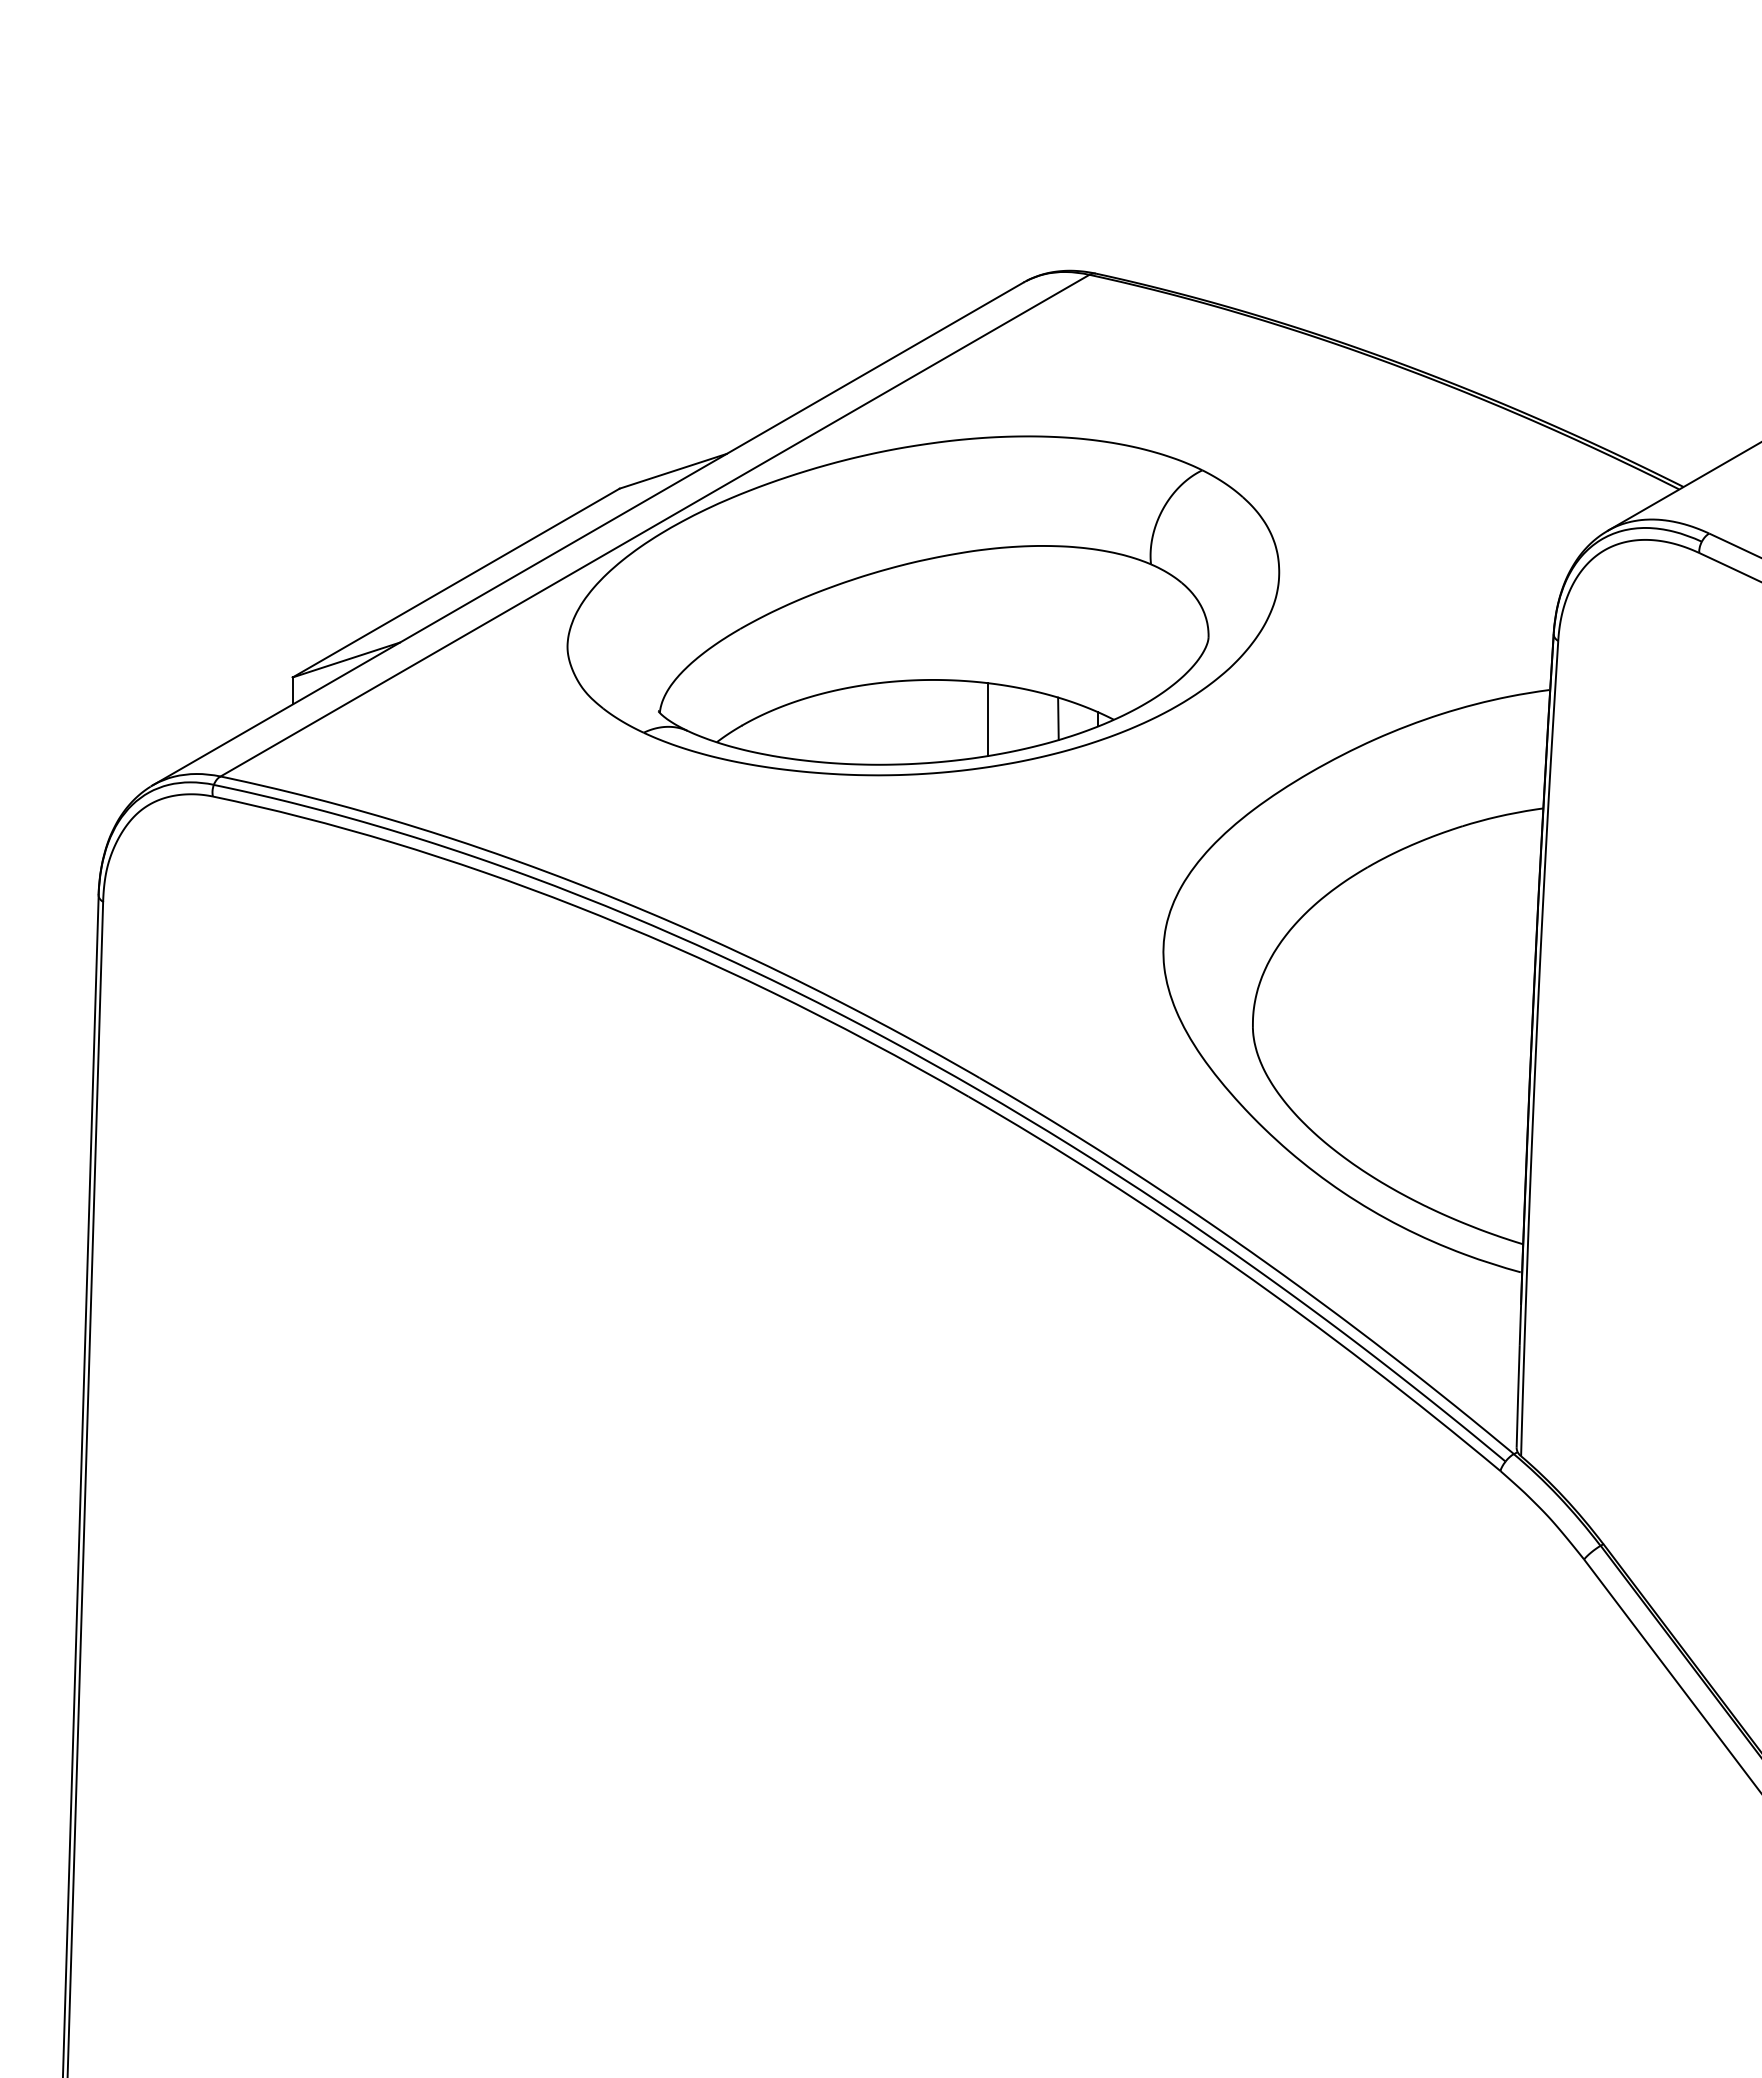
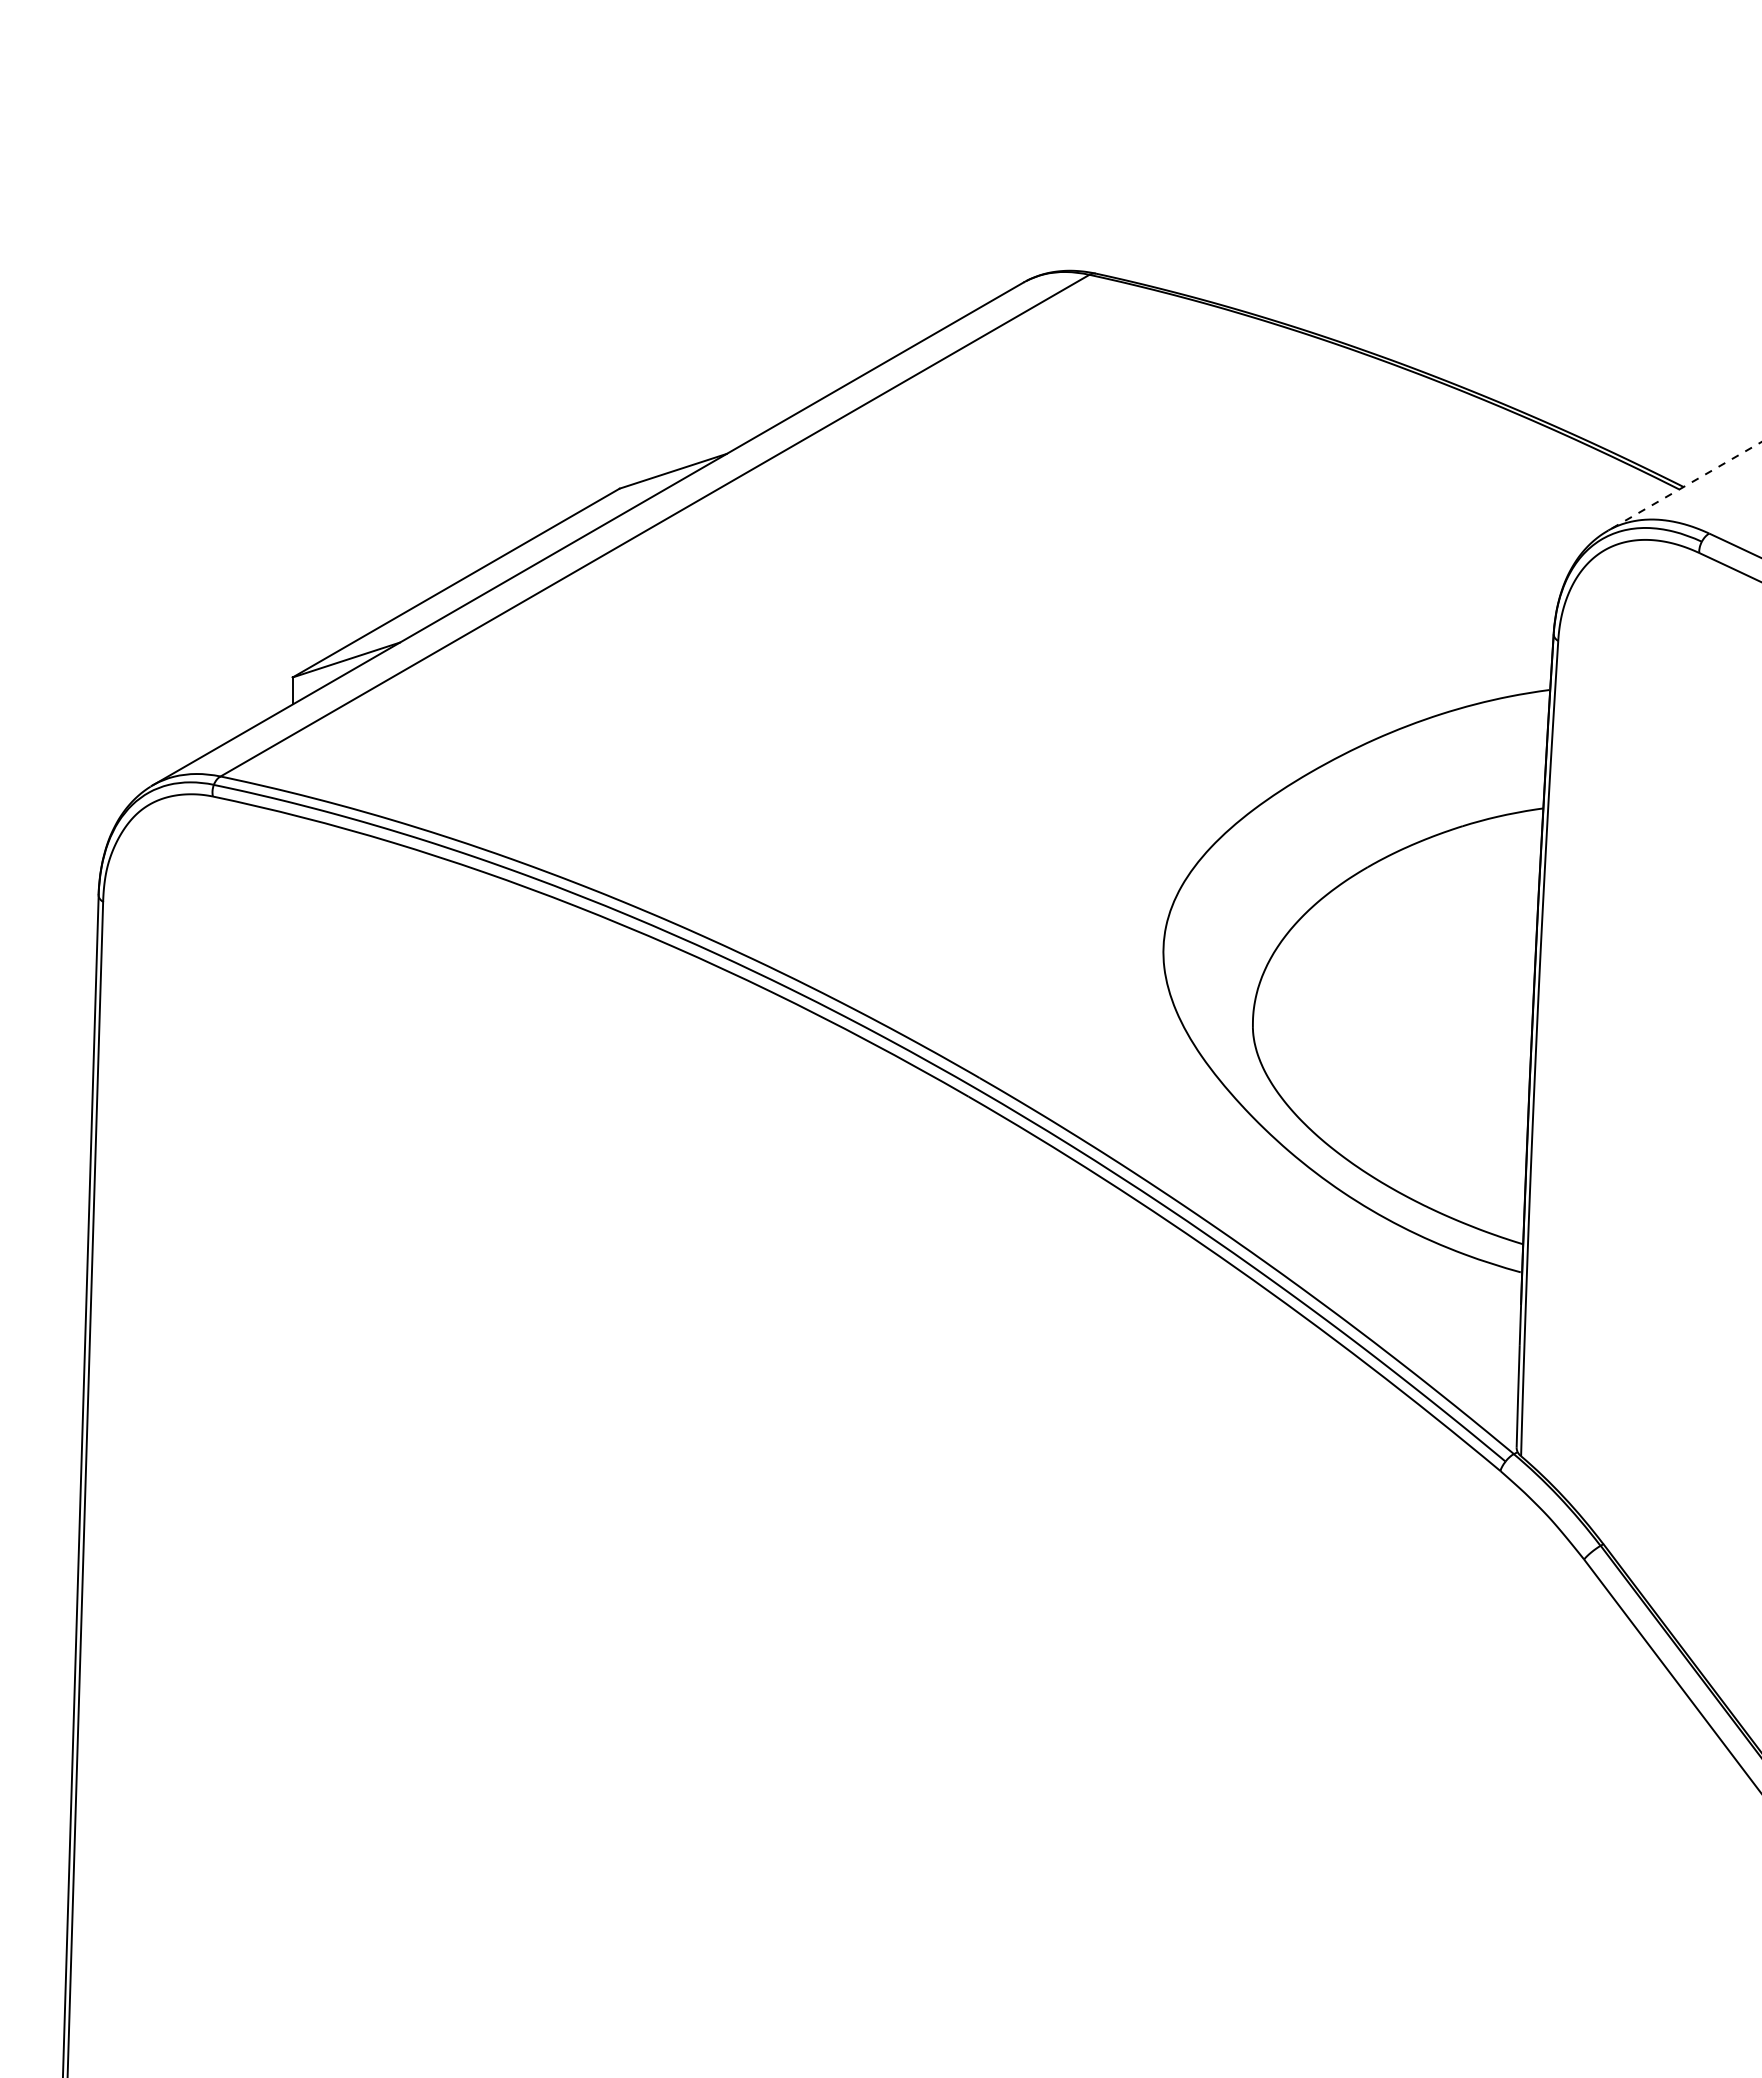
line at (1684, 486): solid -> dashed
part at (923, 605): present -> none
